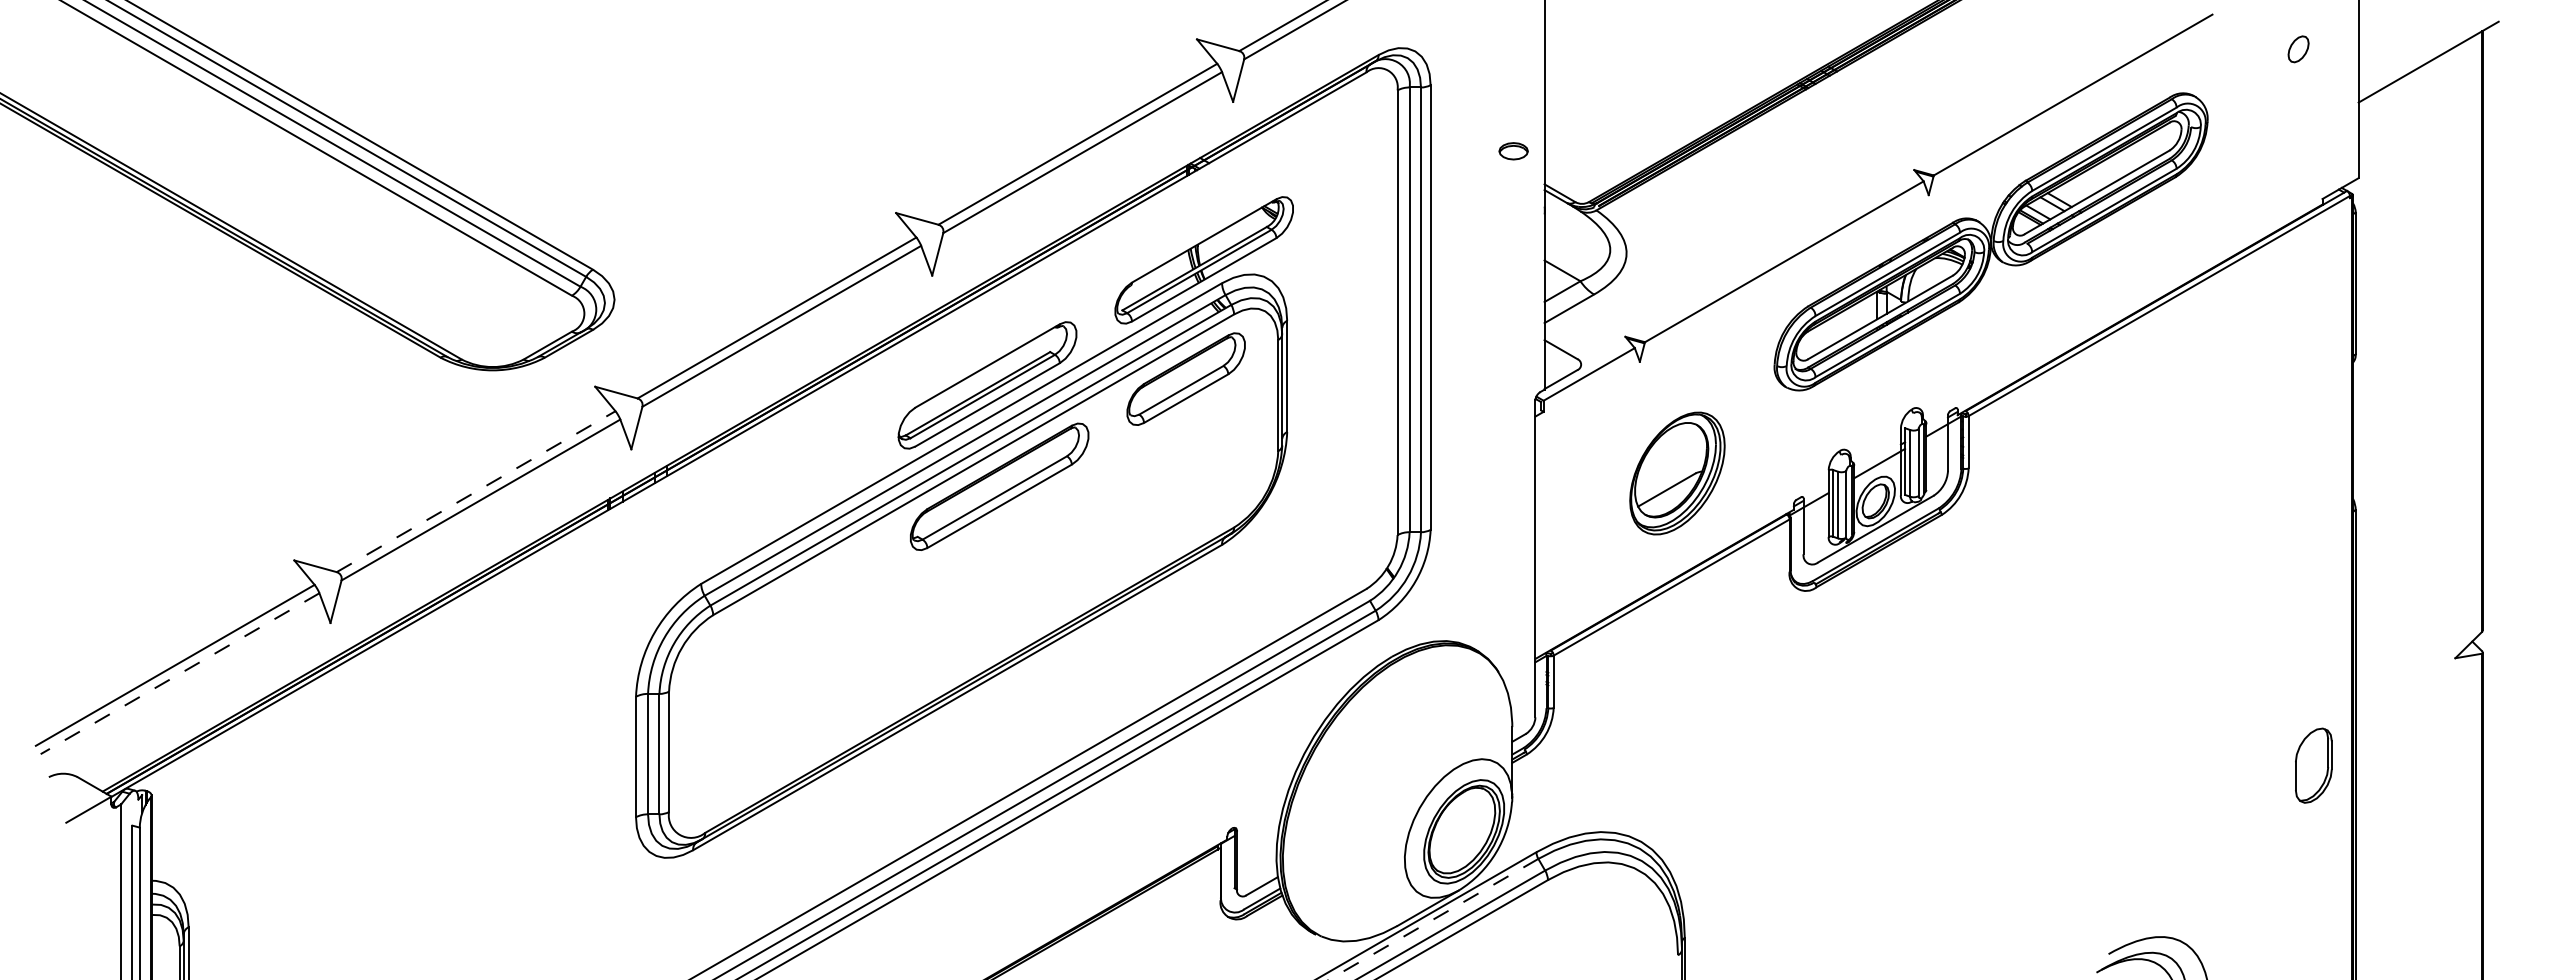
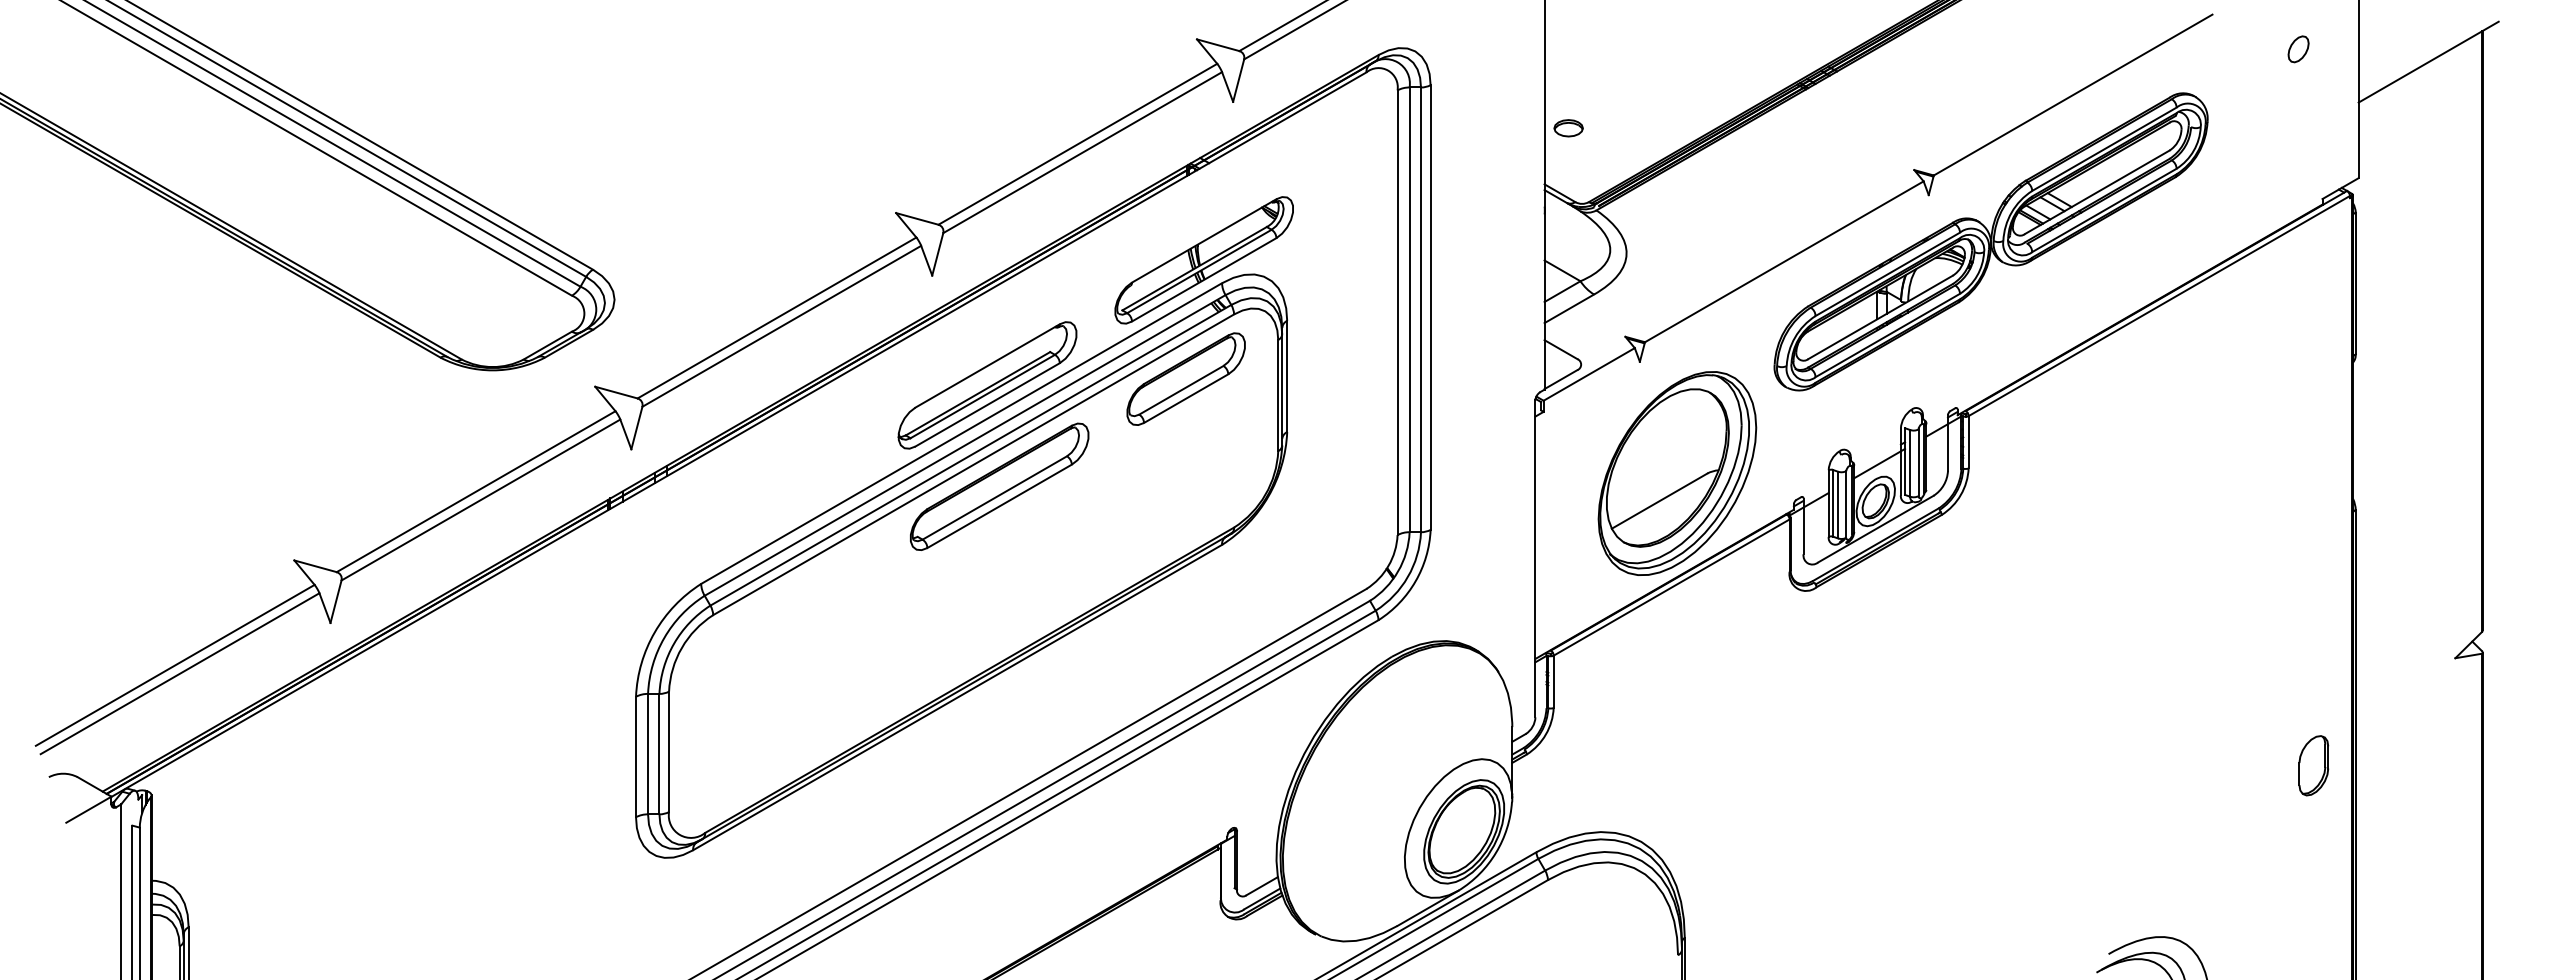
part at (1513, 151) position: (1513, 151) -> (1568, 128)
part at (1677, 473) size: 97x125 px -> 161x205 px
line at (476, 491): dashed -> solid
line at (180, 673): dashed -> solid
part at (2313, 765) size: 38x77 px -> 32x62 px
line at (1433, 919): dashed -> solid
